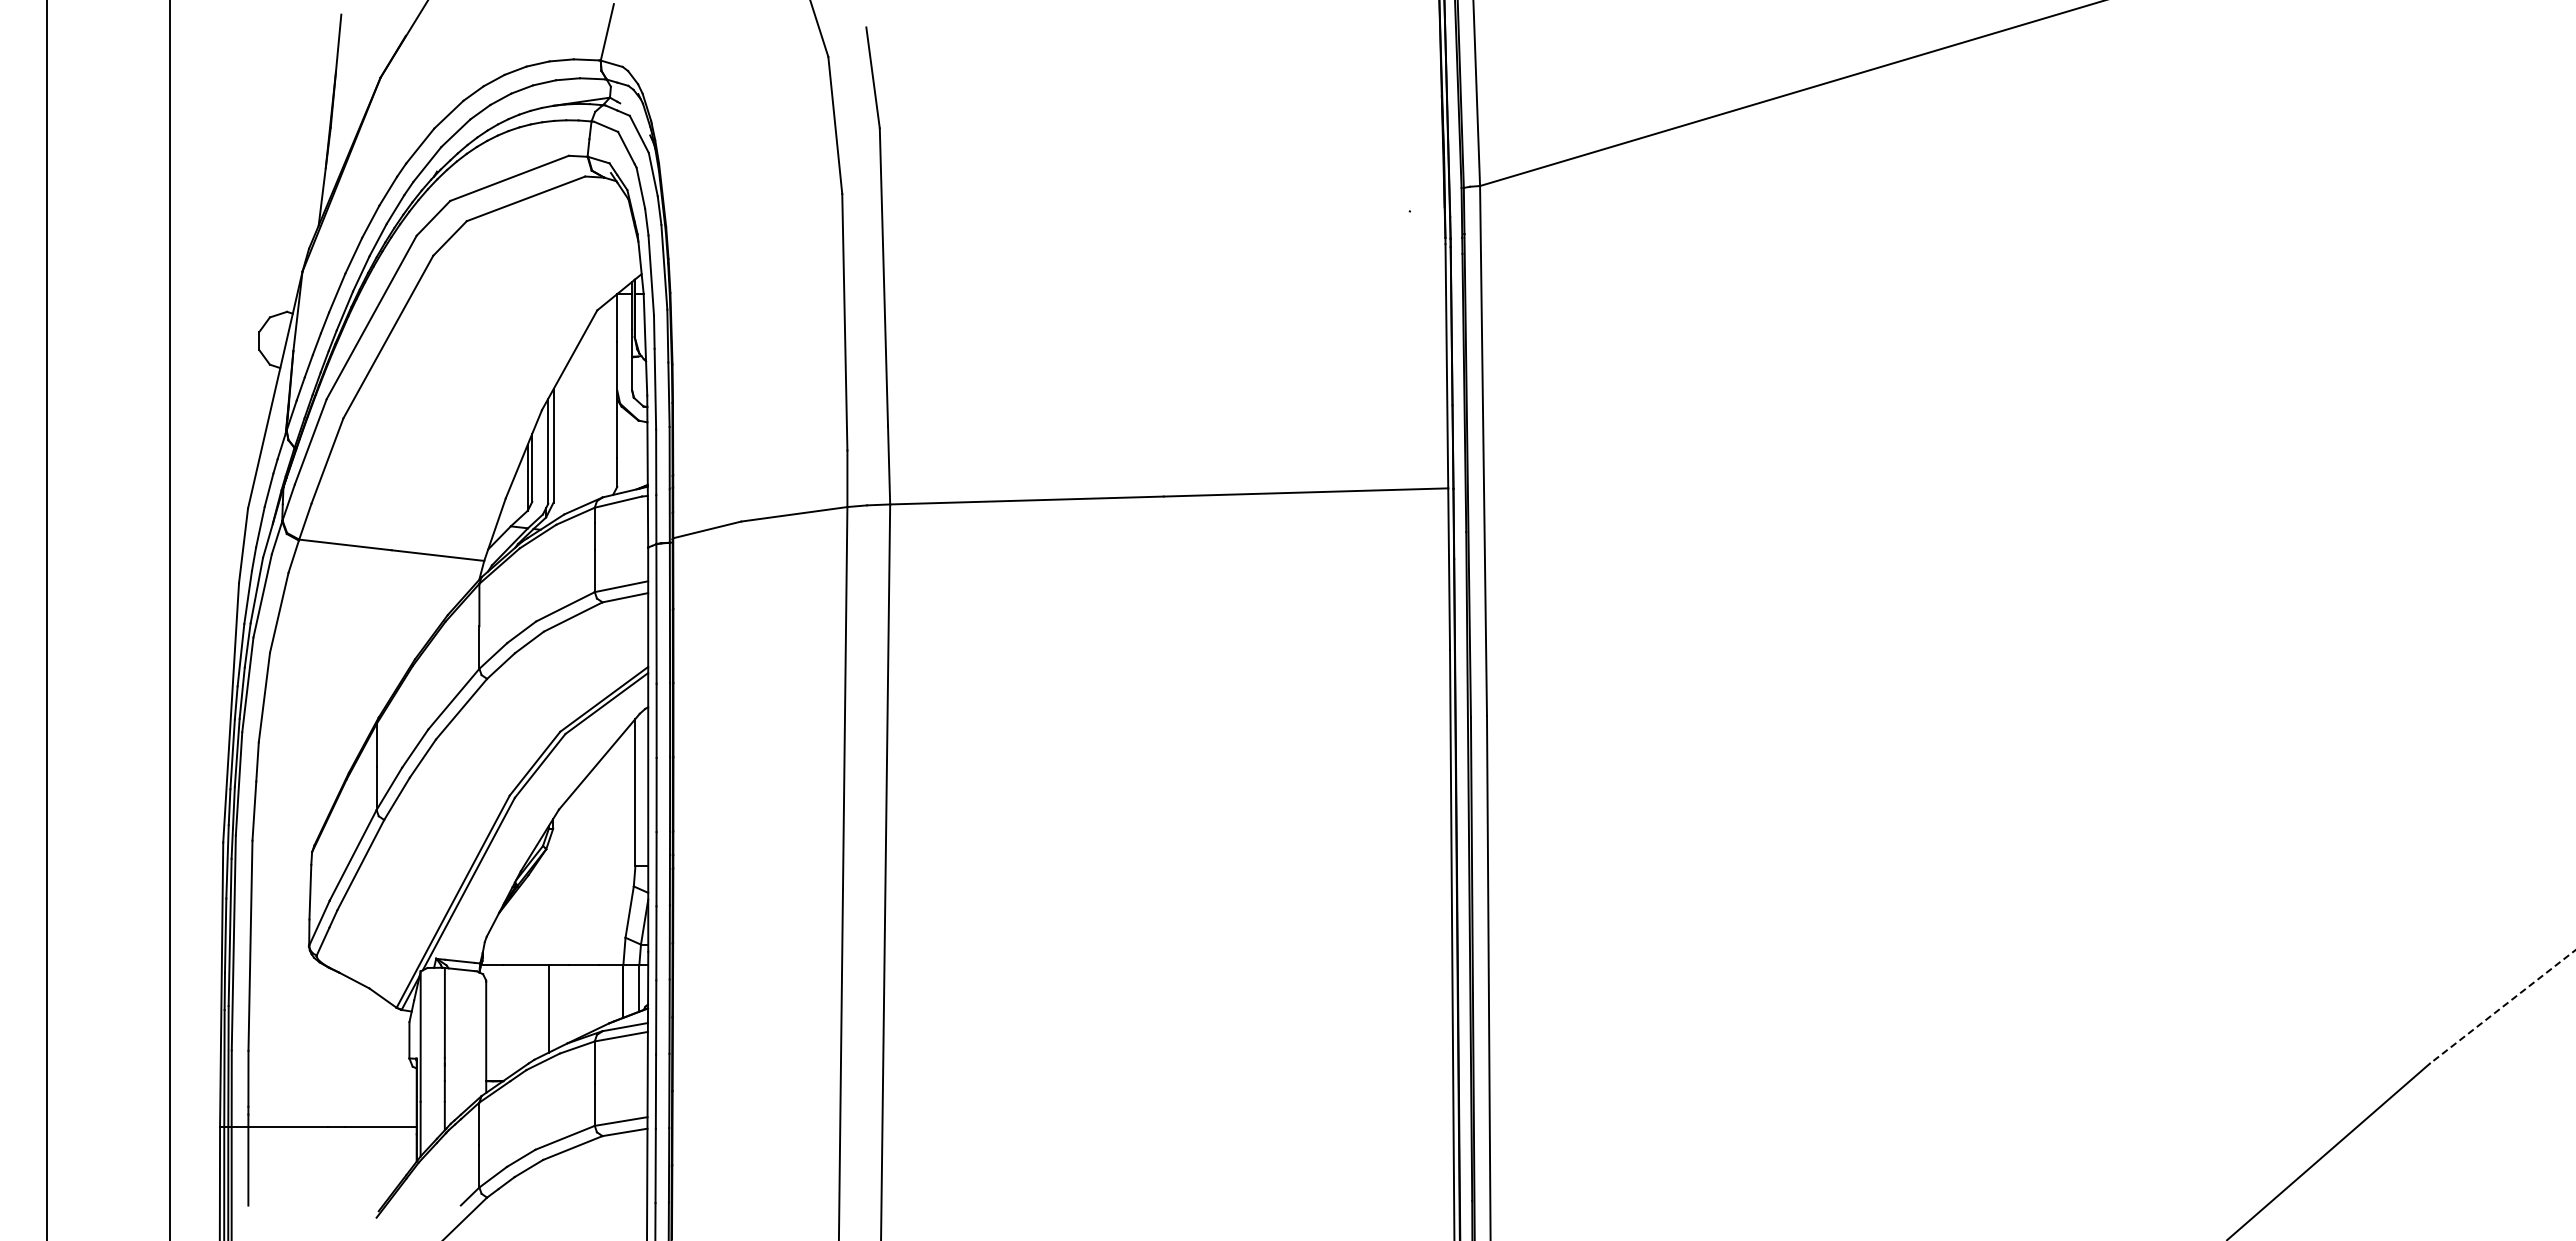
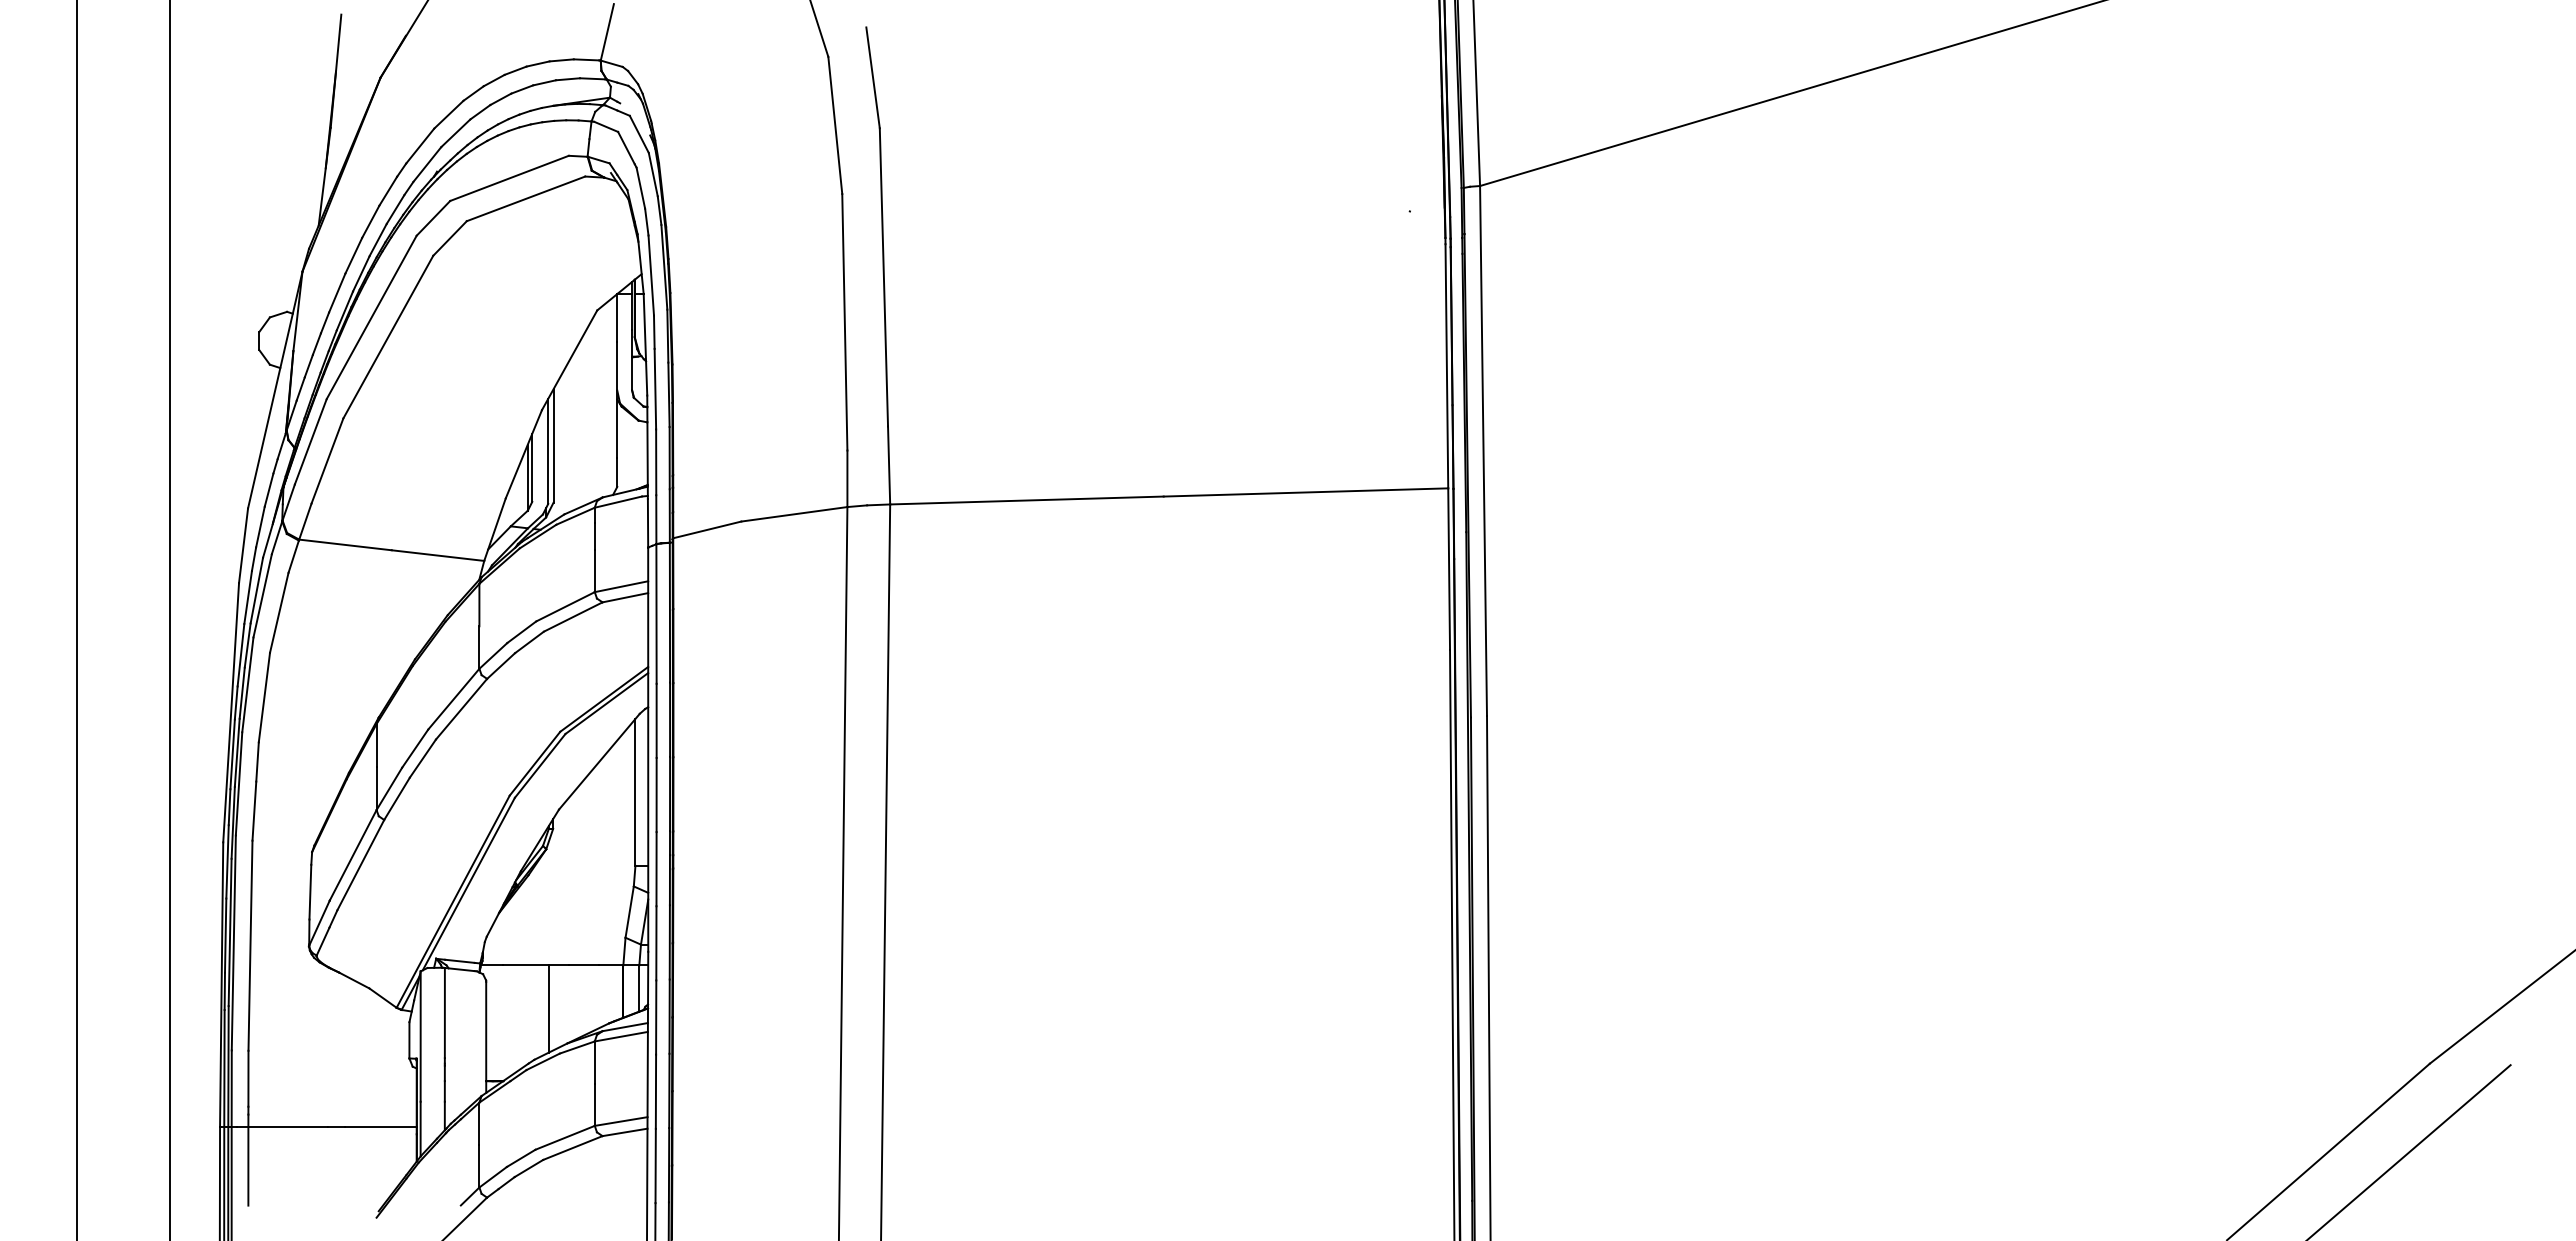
line at (47, 619) position: (47, 619) -> (77, 619)
line at (2502, 1007): dashed -> solid
line at (2410, 1151): none -> present
